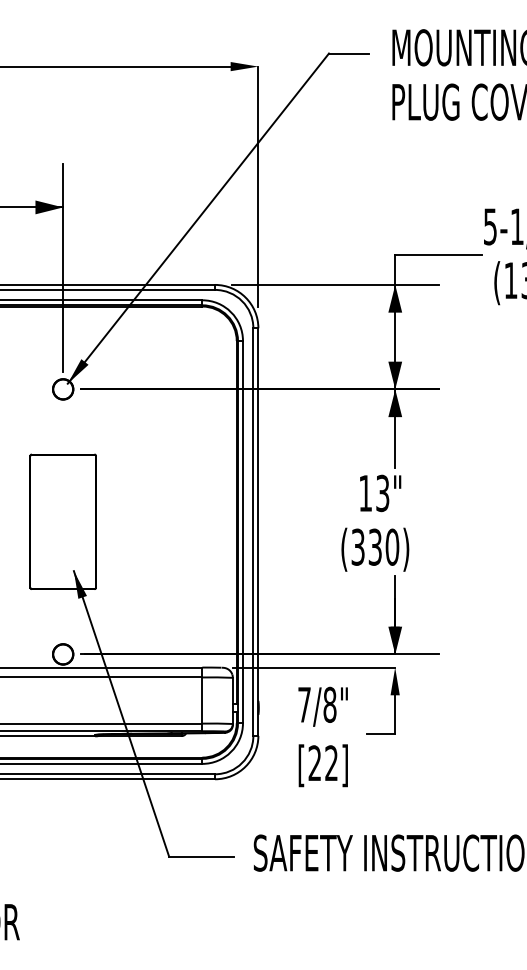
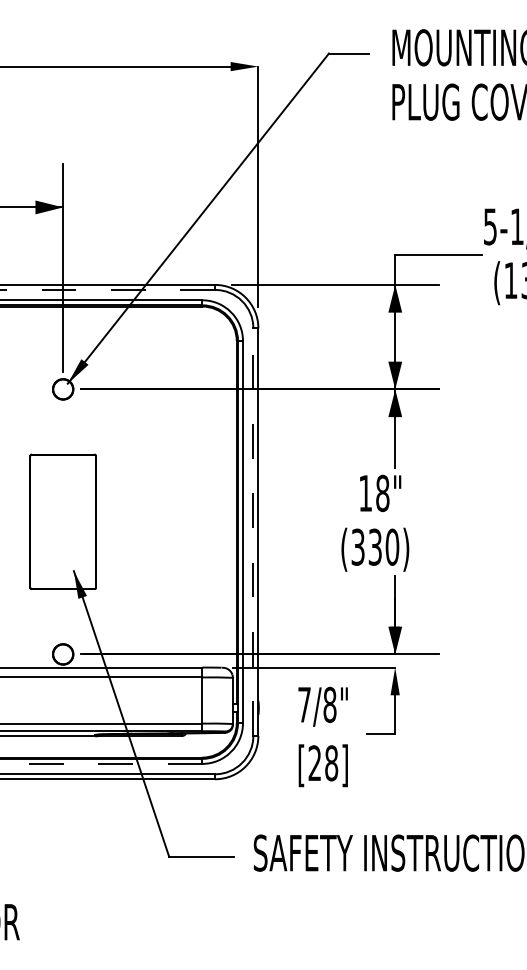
line at (107, 289): solid -> dashed
text at (382, 493): 13" -> 18"
line at (253, 532): solid -> dashed
line at (101, 763): solid -> dashed
text at (331, 763): [22] -> [28]
